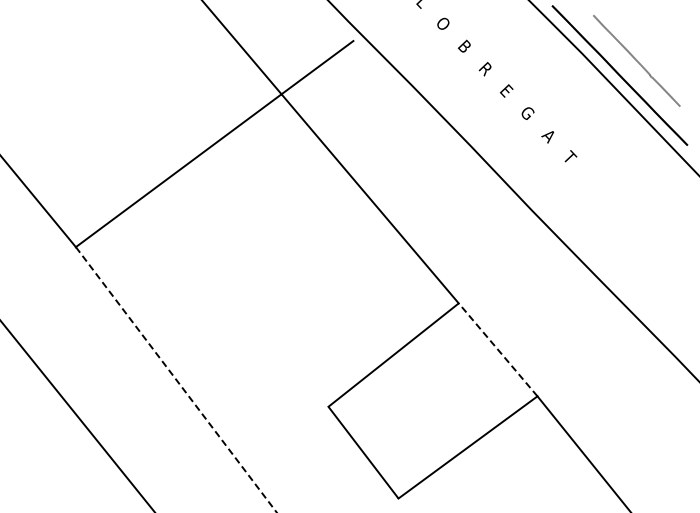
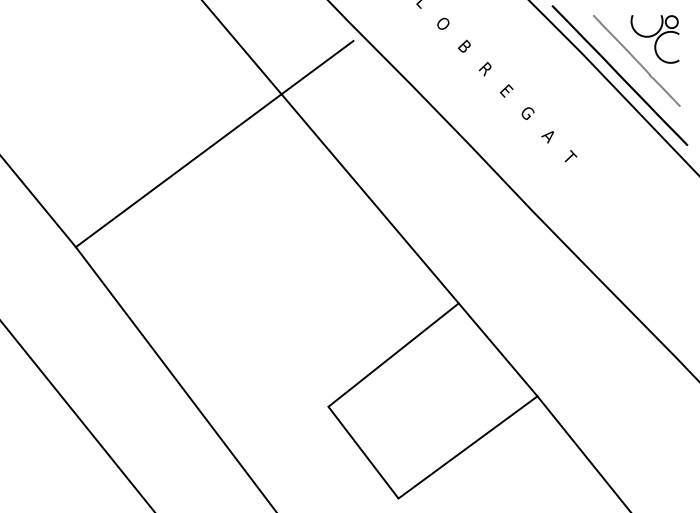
part at (654, 39): none -> present
line at (498, 349): dashed -> solid
line at (176, 380): dashed -> solid
